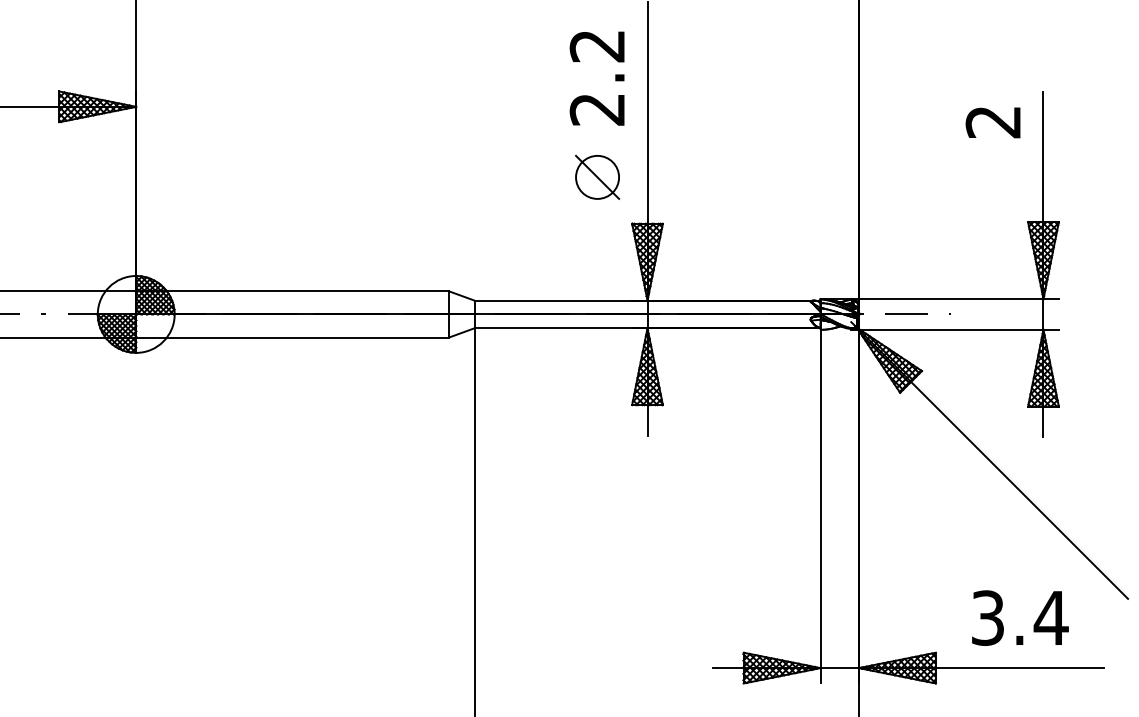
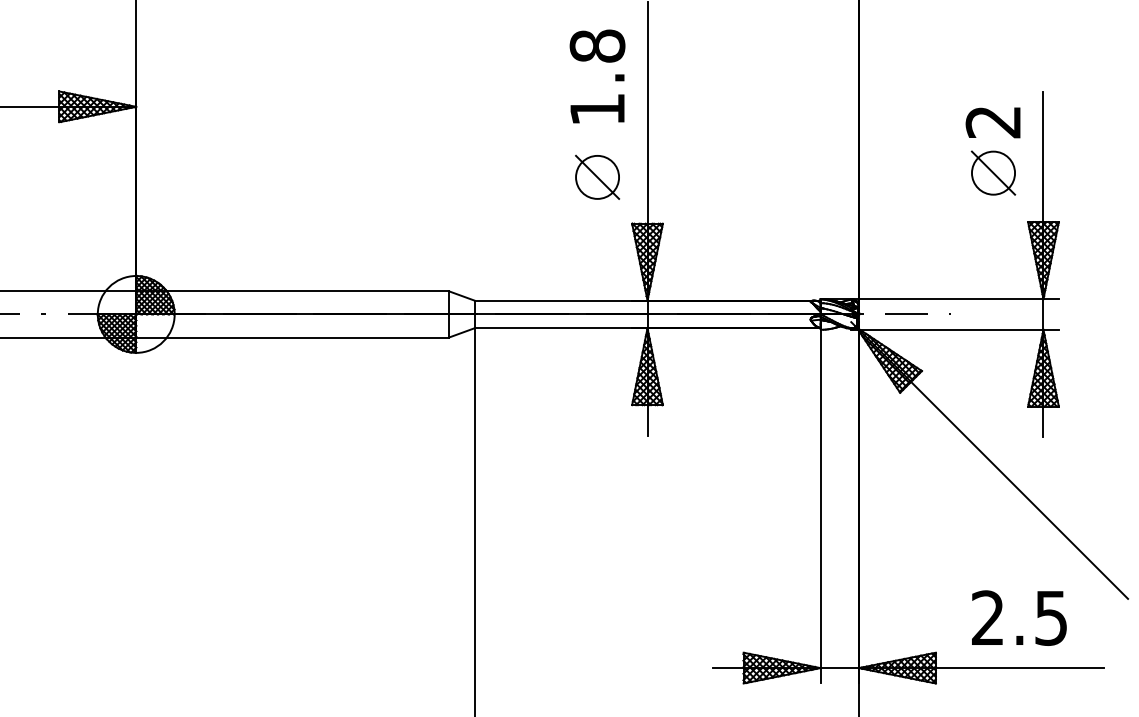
text at (597, 77): 2.2 -> 1.8
part at (993, 172): none -> present
text at (1020, 617): 3.4 -> 2.5
